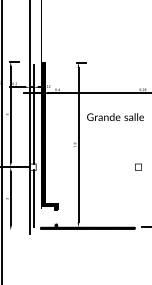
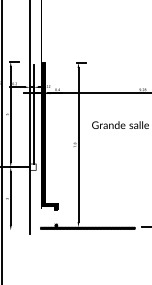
text at (115, 116) position: (115, 116) -> (120, 124)
part at (138, 166): present -> none
line at (34, 198): present -> none
